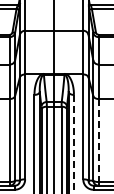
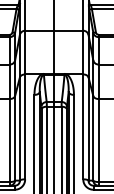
line at (98, 140): dashed -> solid
line at (73, 144): dashed -> solid
